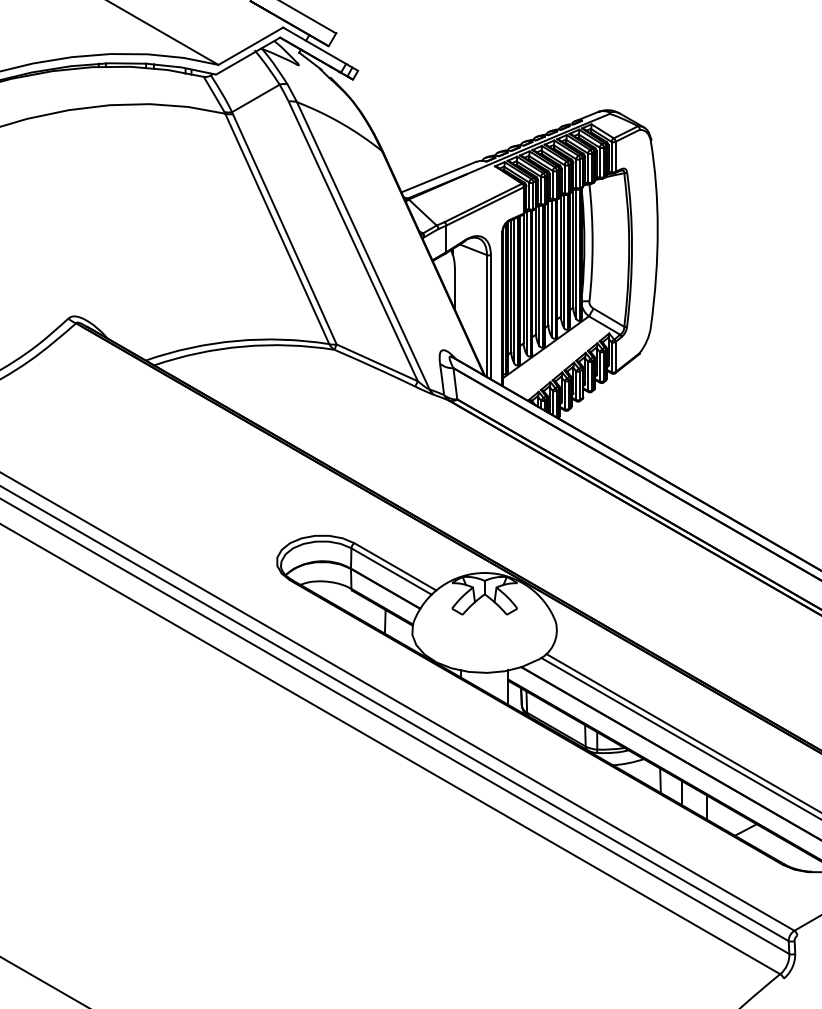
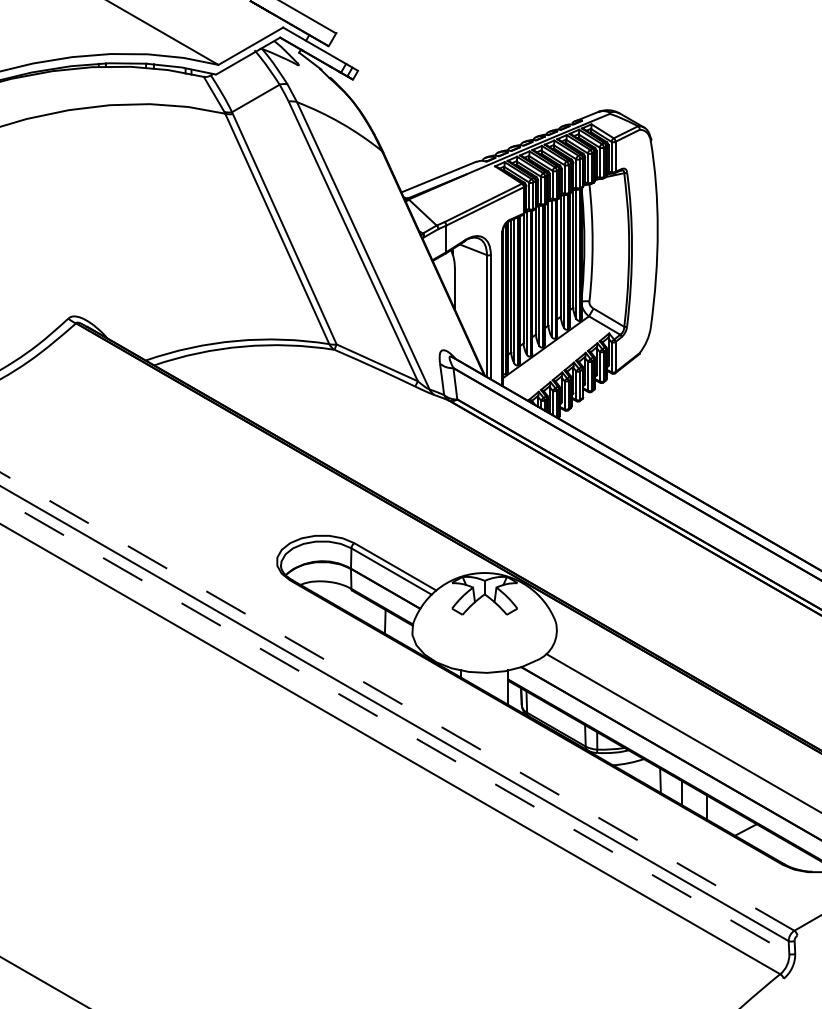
line at (397, 701): solid -> dashed
line at (395, 726): solid -> dashed
line at (679, 737): present -> none
